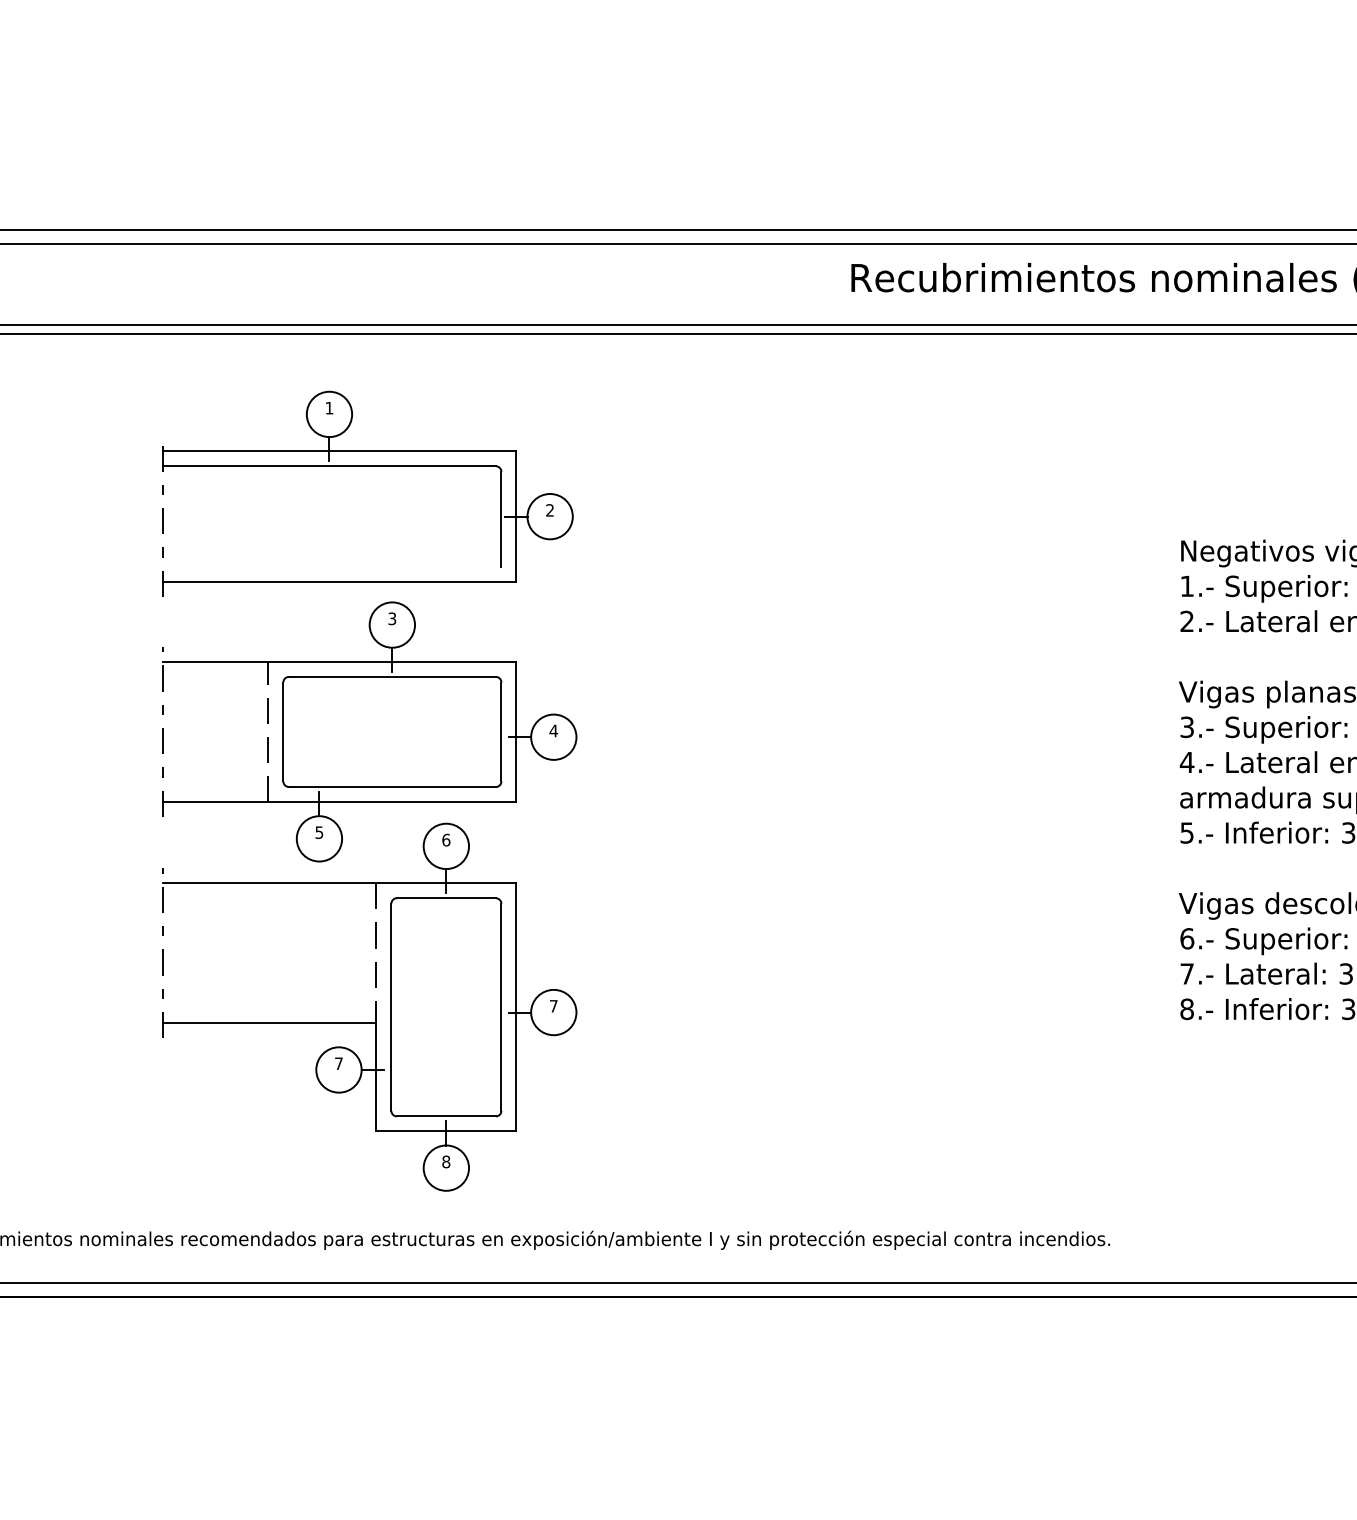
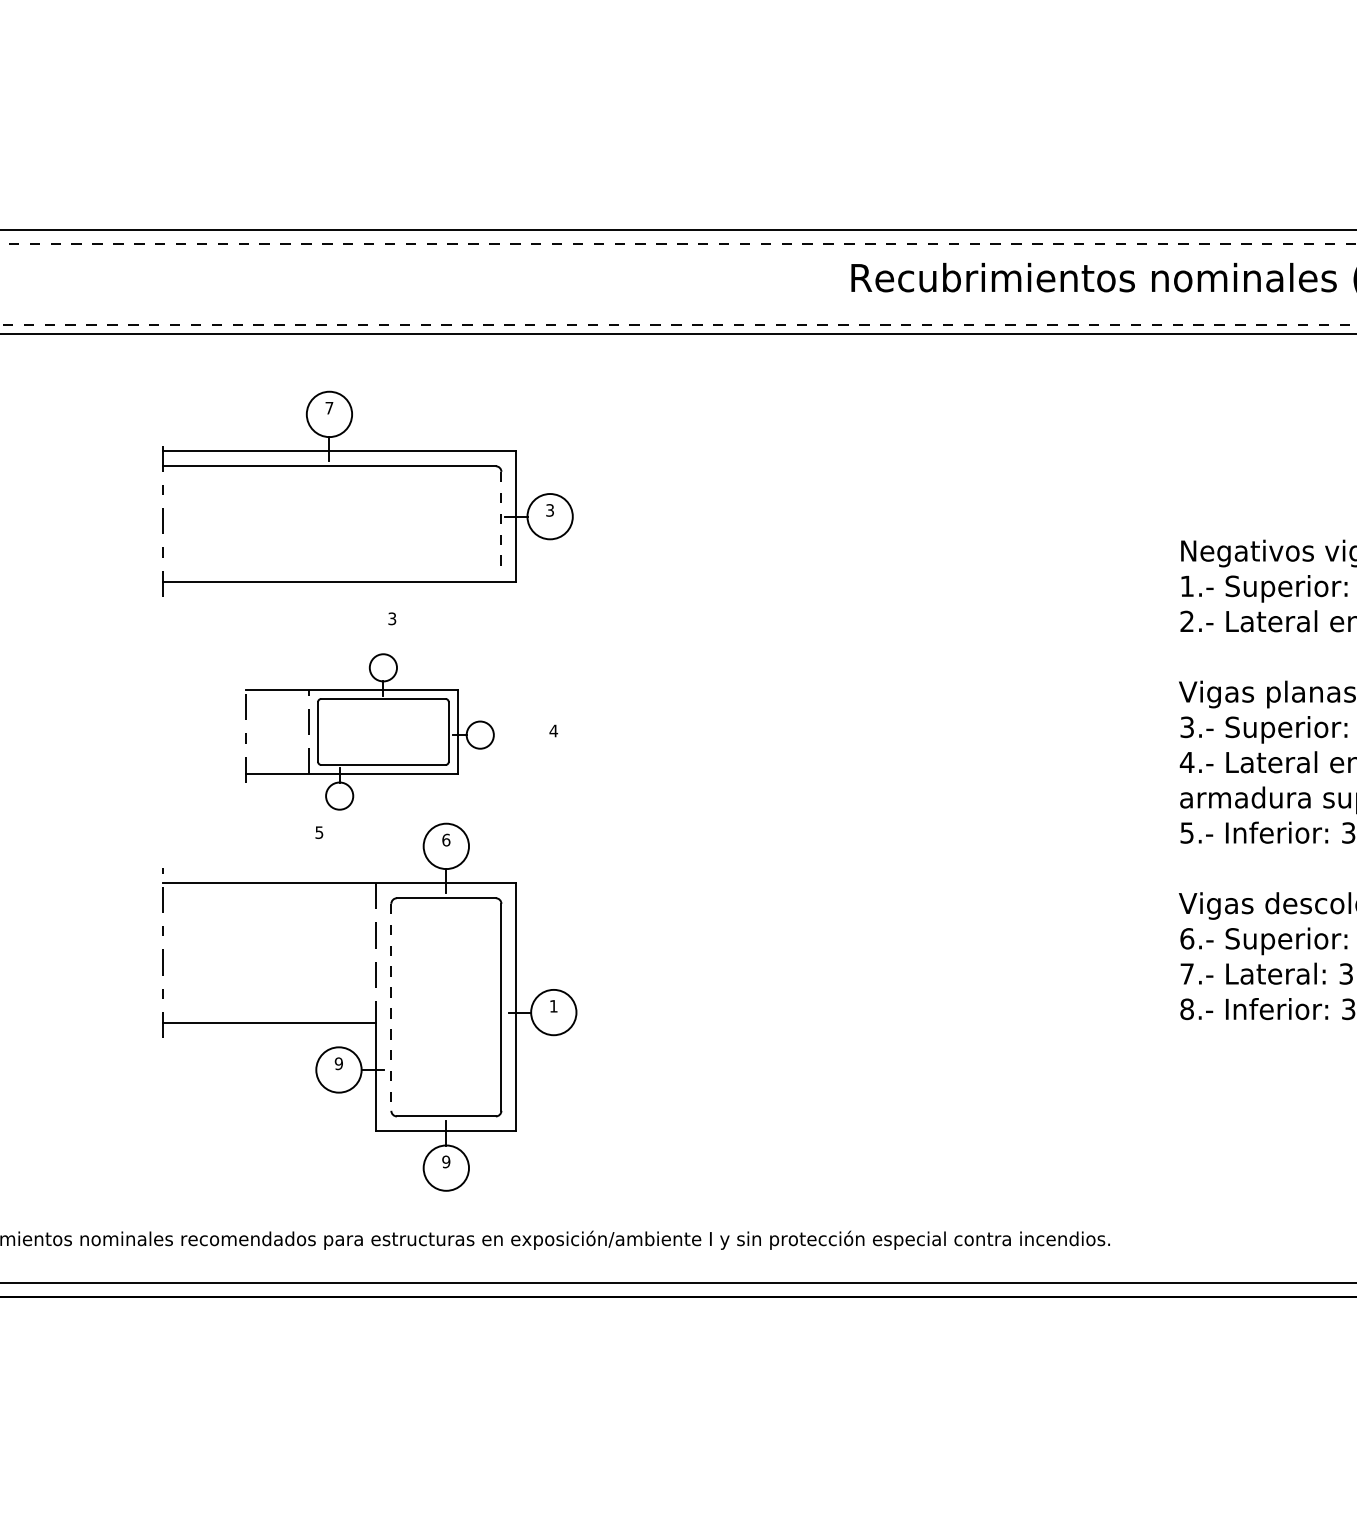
line at (678, 244): solid -> dashed
line at (678, 325): solid -> dashed
text at (329, 408): 1 -> 7
text at (549, 510): 2 -> 3
line at (501, 519): solid -> dashed
part at (369, 731) size: 416x262 px -> 250x158 px
text at (553, 1006): 7 -> 1
line at (391, 1007): solid -> dashed
text at (338, 1063): 7 -> 9
text at (446, 1161): 8 -> 9
